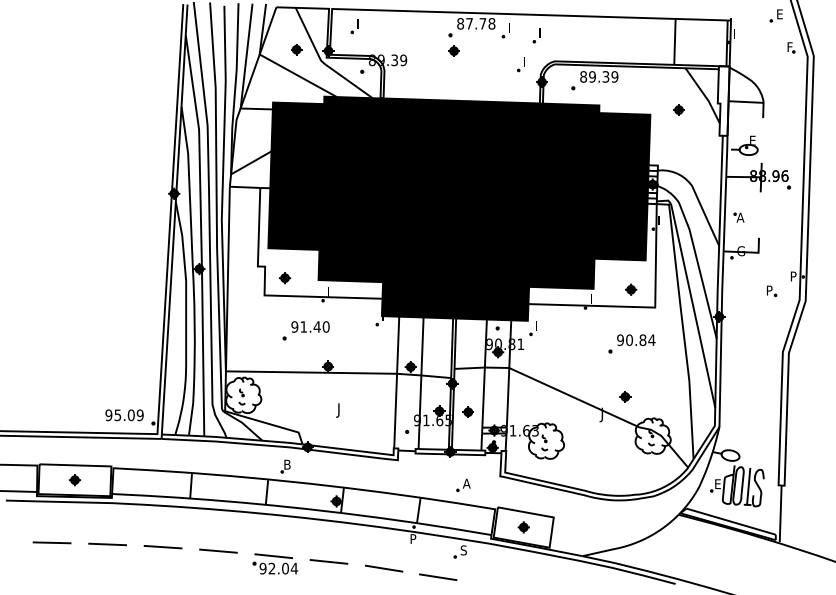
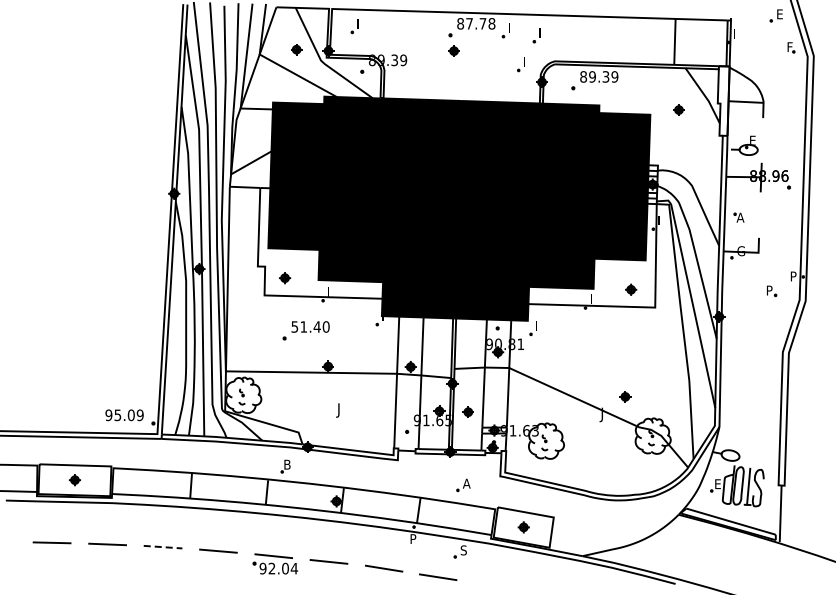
text at (294, 326): 91.40 -> 51.40
part at (631, 343): present -> none
line at (163, 547): solid -> dashed
